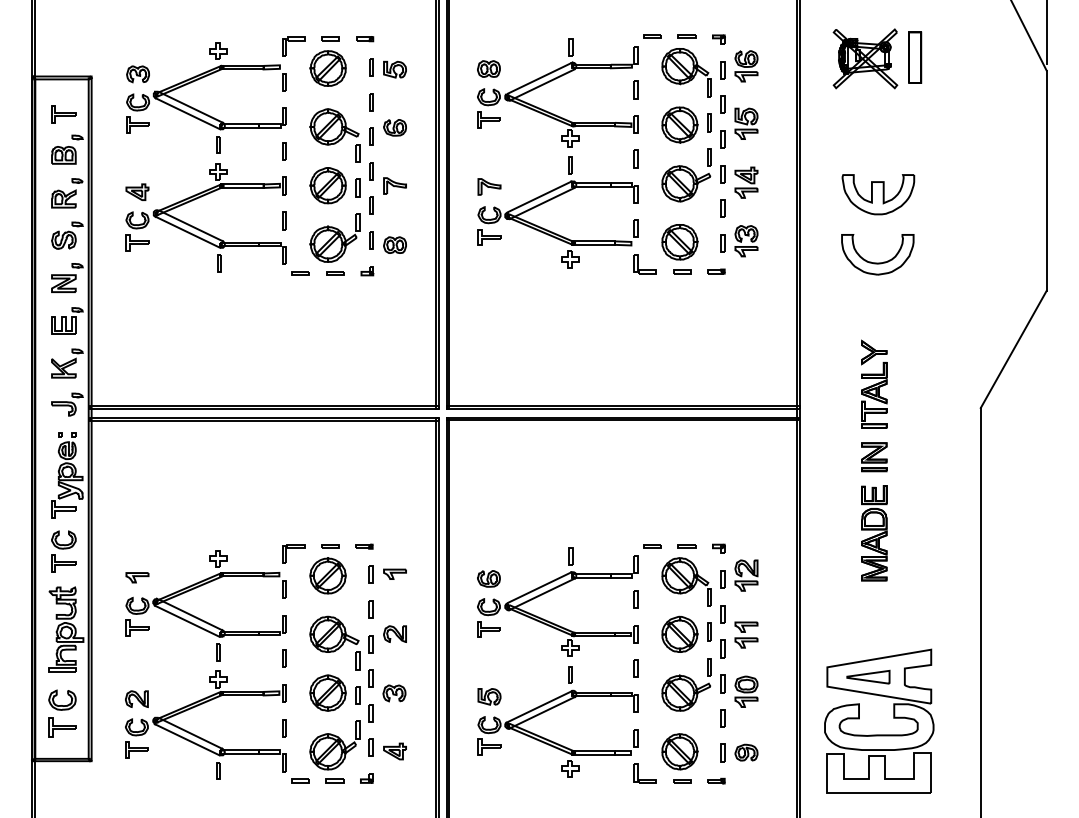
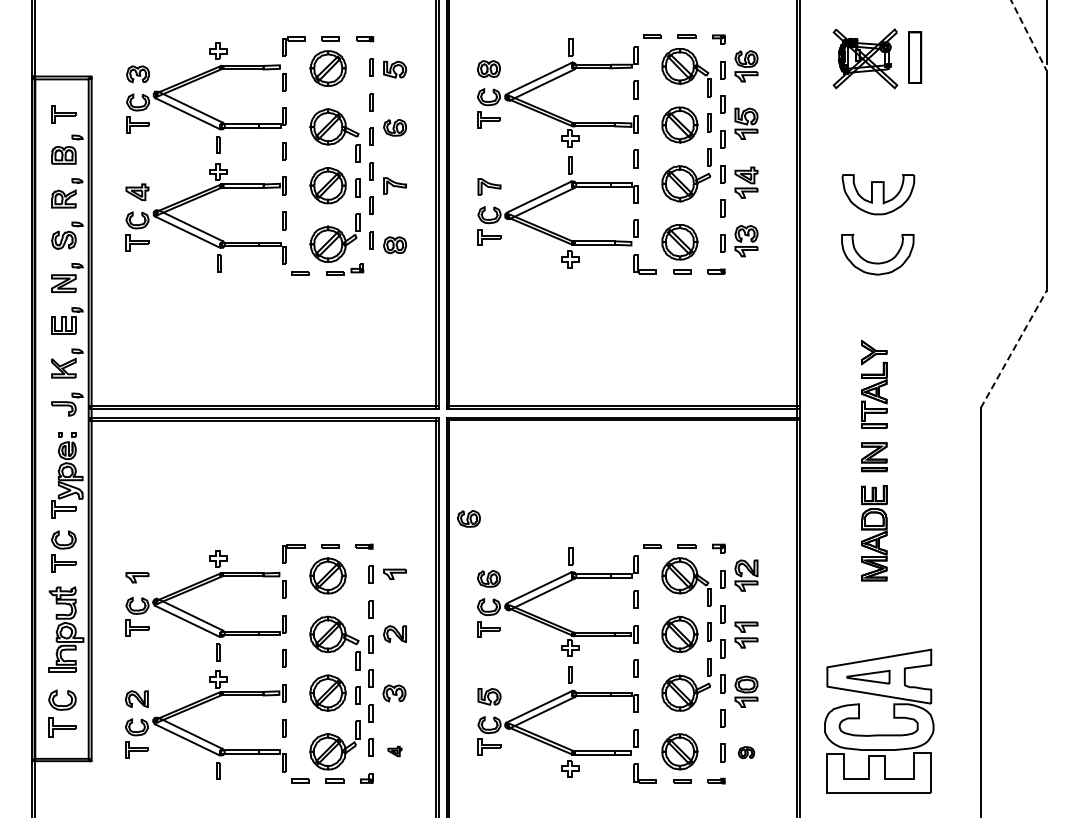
line at (1029, 35): solid -> dashed
part at (367, 271) position: (367, 271) -> (357, 268)
line at (1013, 349): solid -> dashed
part at (468, 518): none -> present
part at (394, 751) size: 24x19 px -> 16x13 px
part at (746, 752) size: 25x19 px -> 19x13 px
